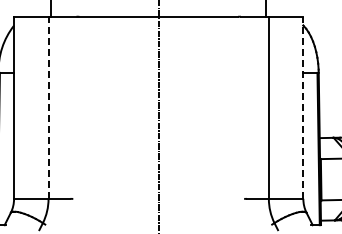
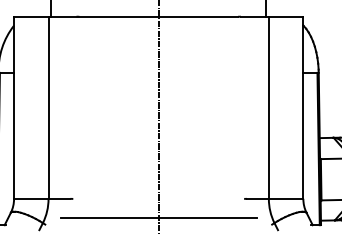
line at (48, 107): dashed -> solid
line at (303, 107): dashed -> solid
line at (158, 218): none -> present
